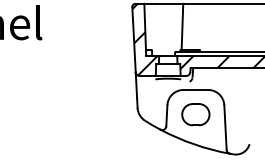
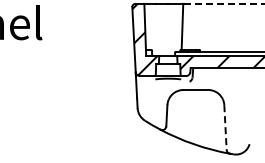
line at (225, 3): solid -> dashed
part at (195, 114): present -> none
line at (225, 128): solid -> dashed
